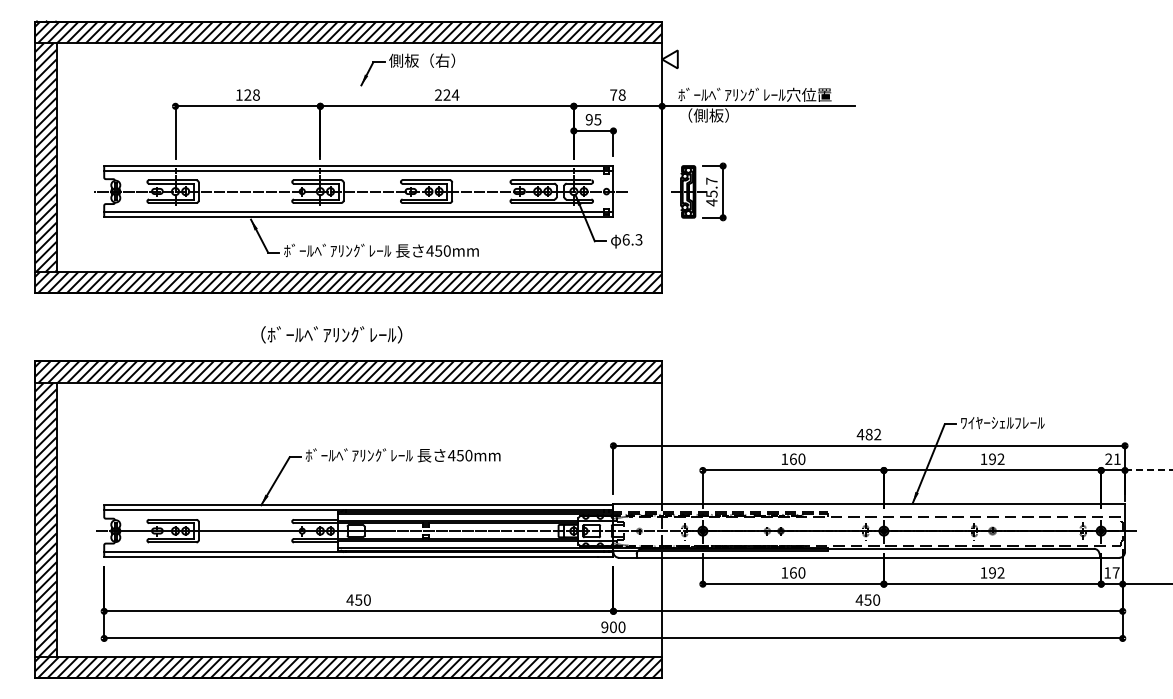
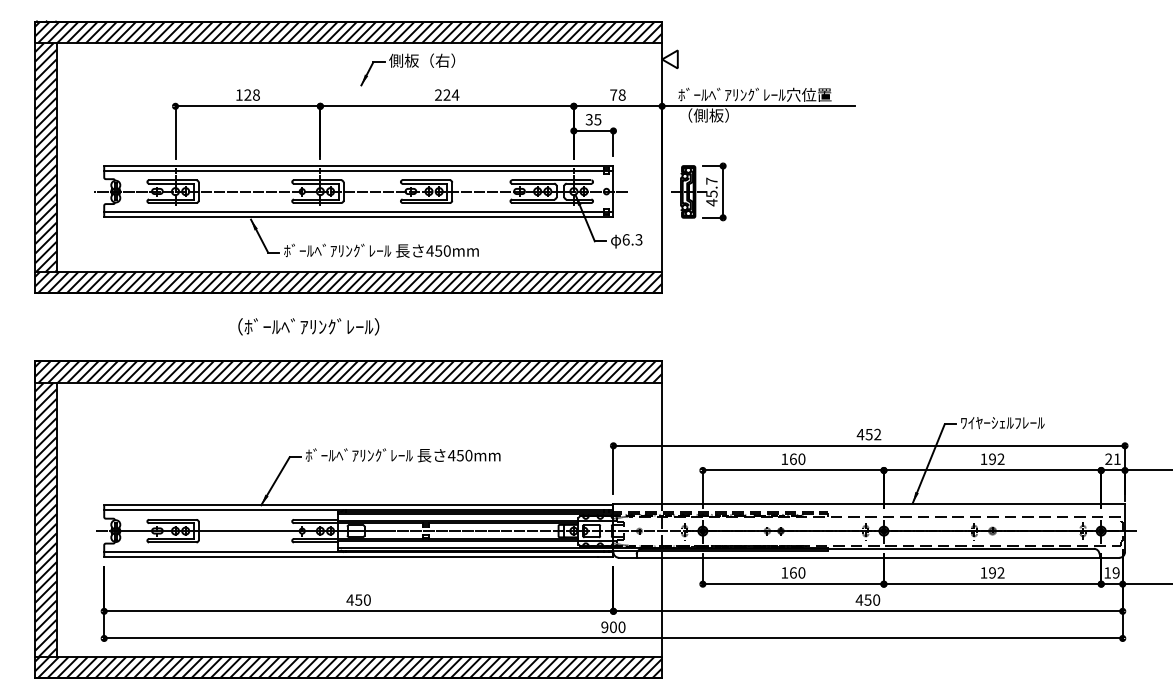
text at (588, 119): 95 -> 35
text at (331, 334) position: (331, 334) -> (308, 326)
text at (868, 434): 482 -> 452
line at (1148, 470): dashed -> solid
text at (1115, 572): 17 -> 19
